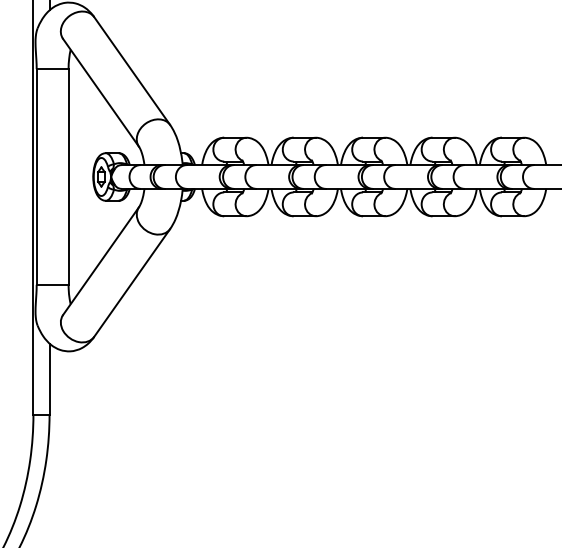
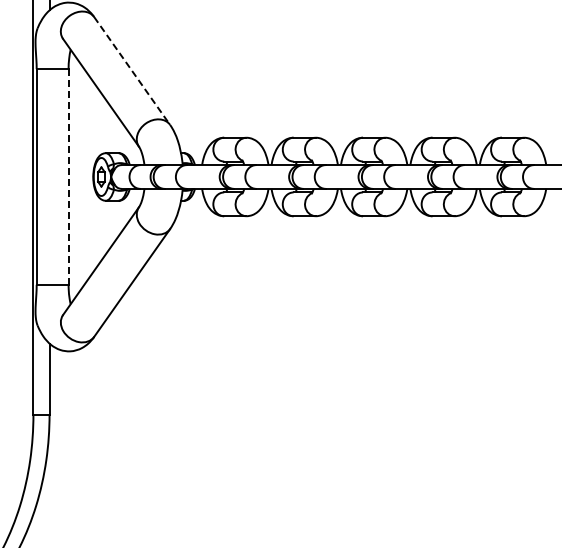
line at (132, 70): solid -> dashed
line at (68, 176): solid -> dashed
